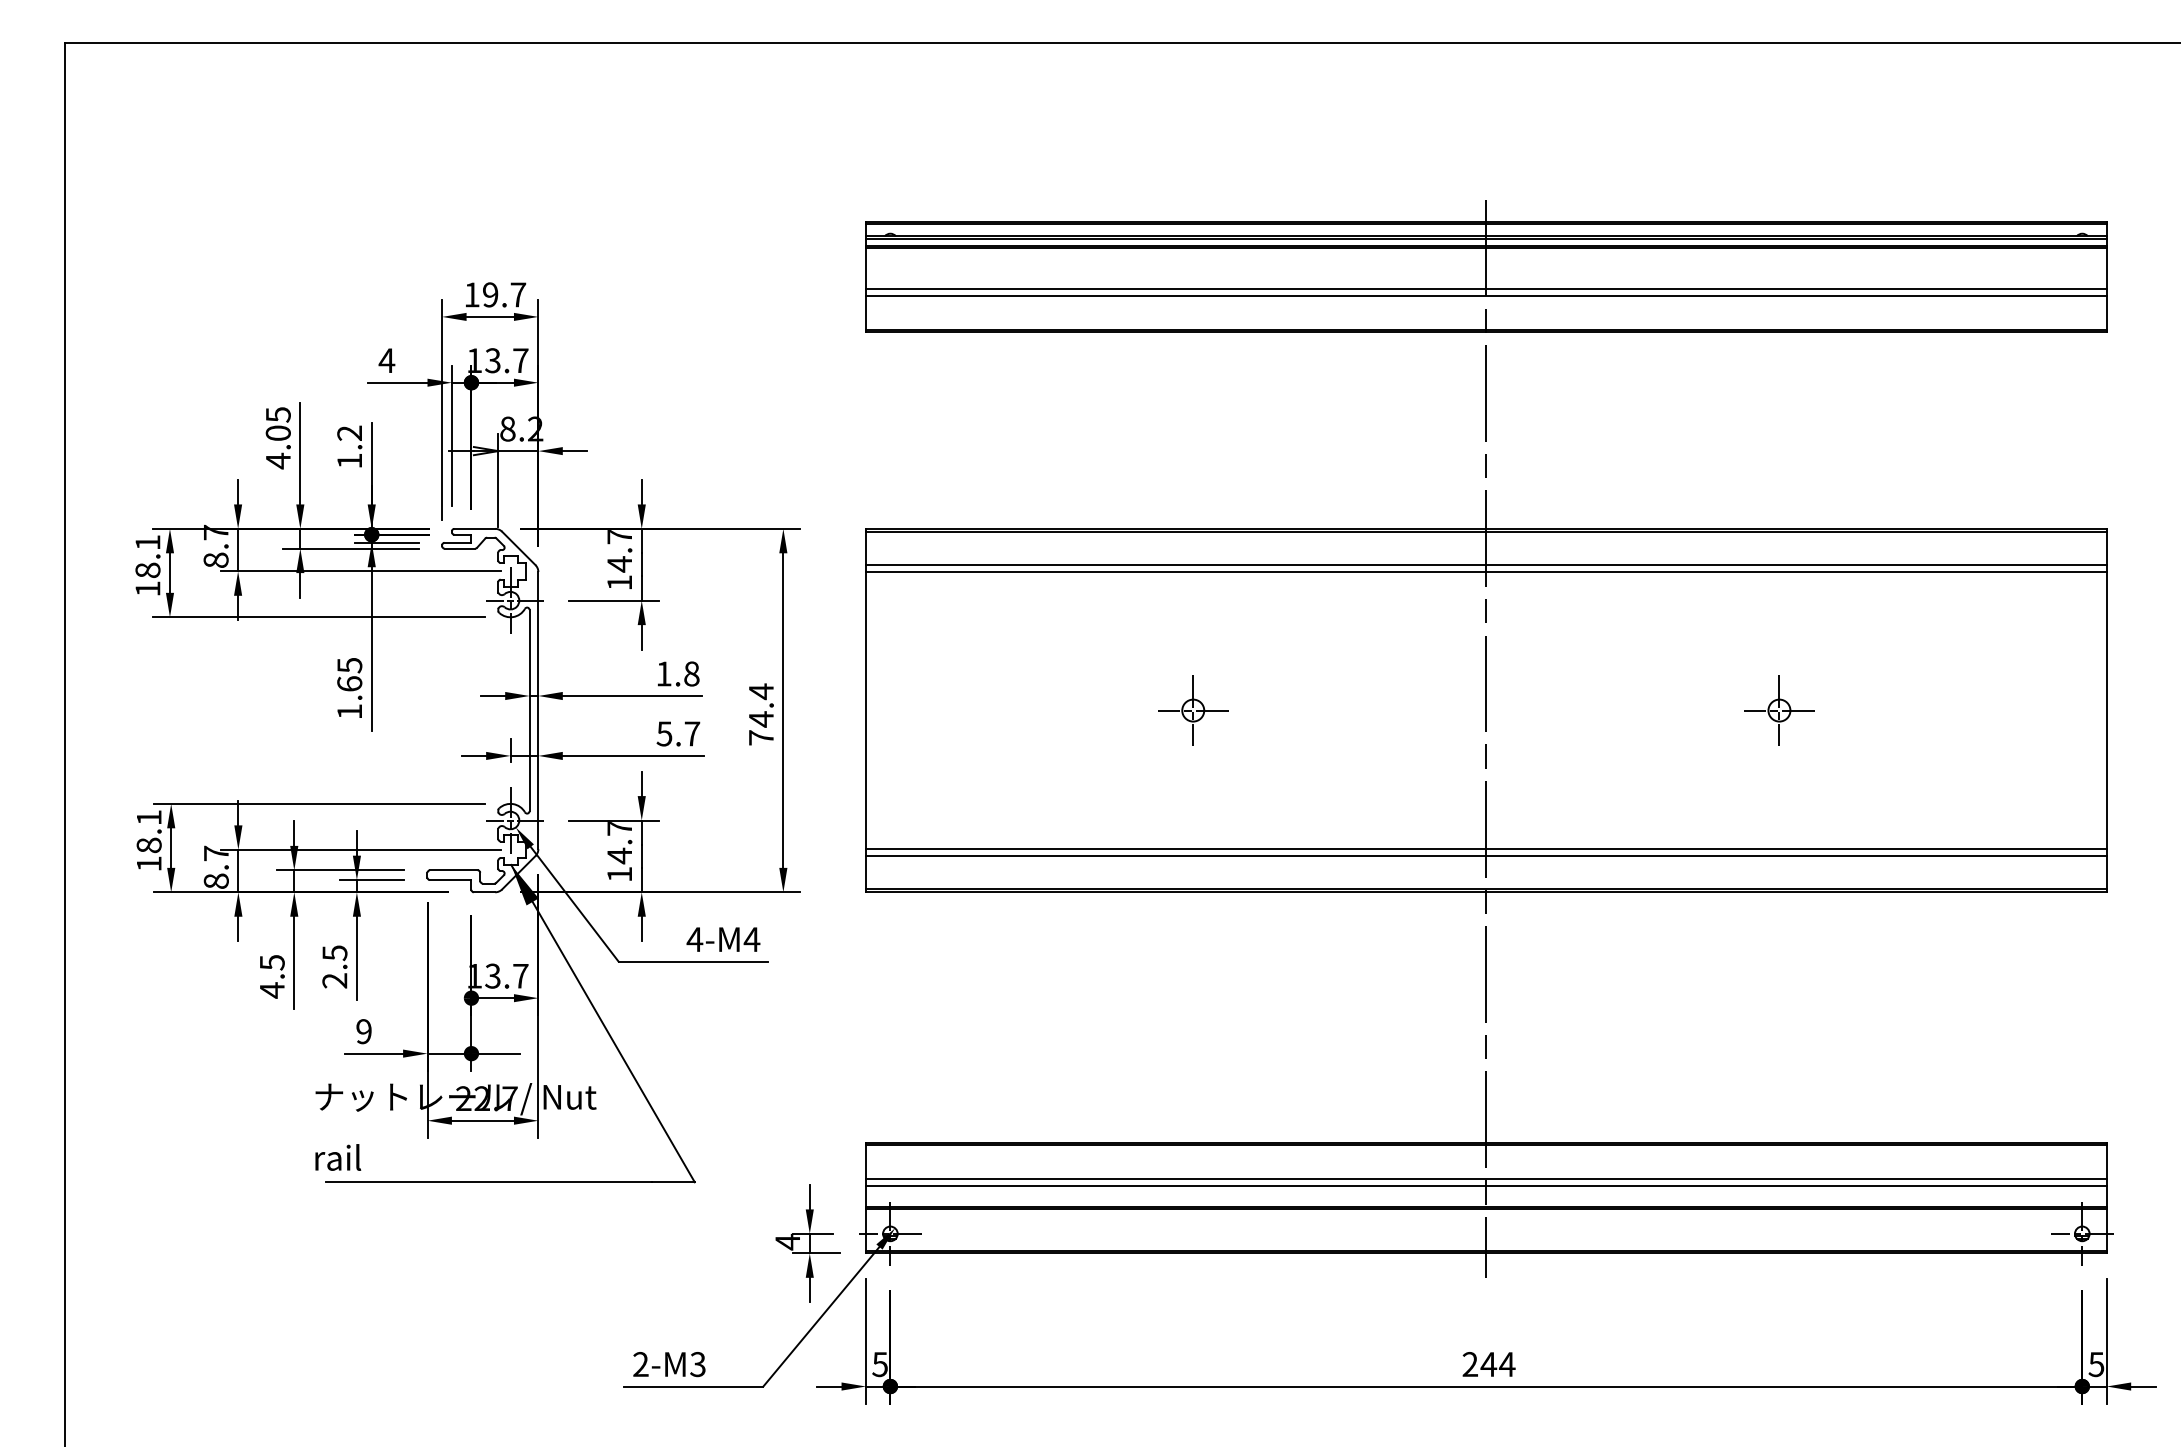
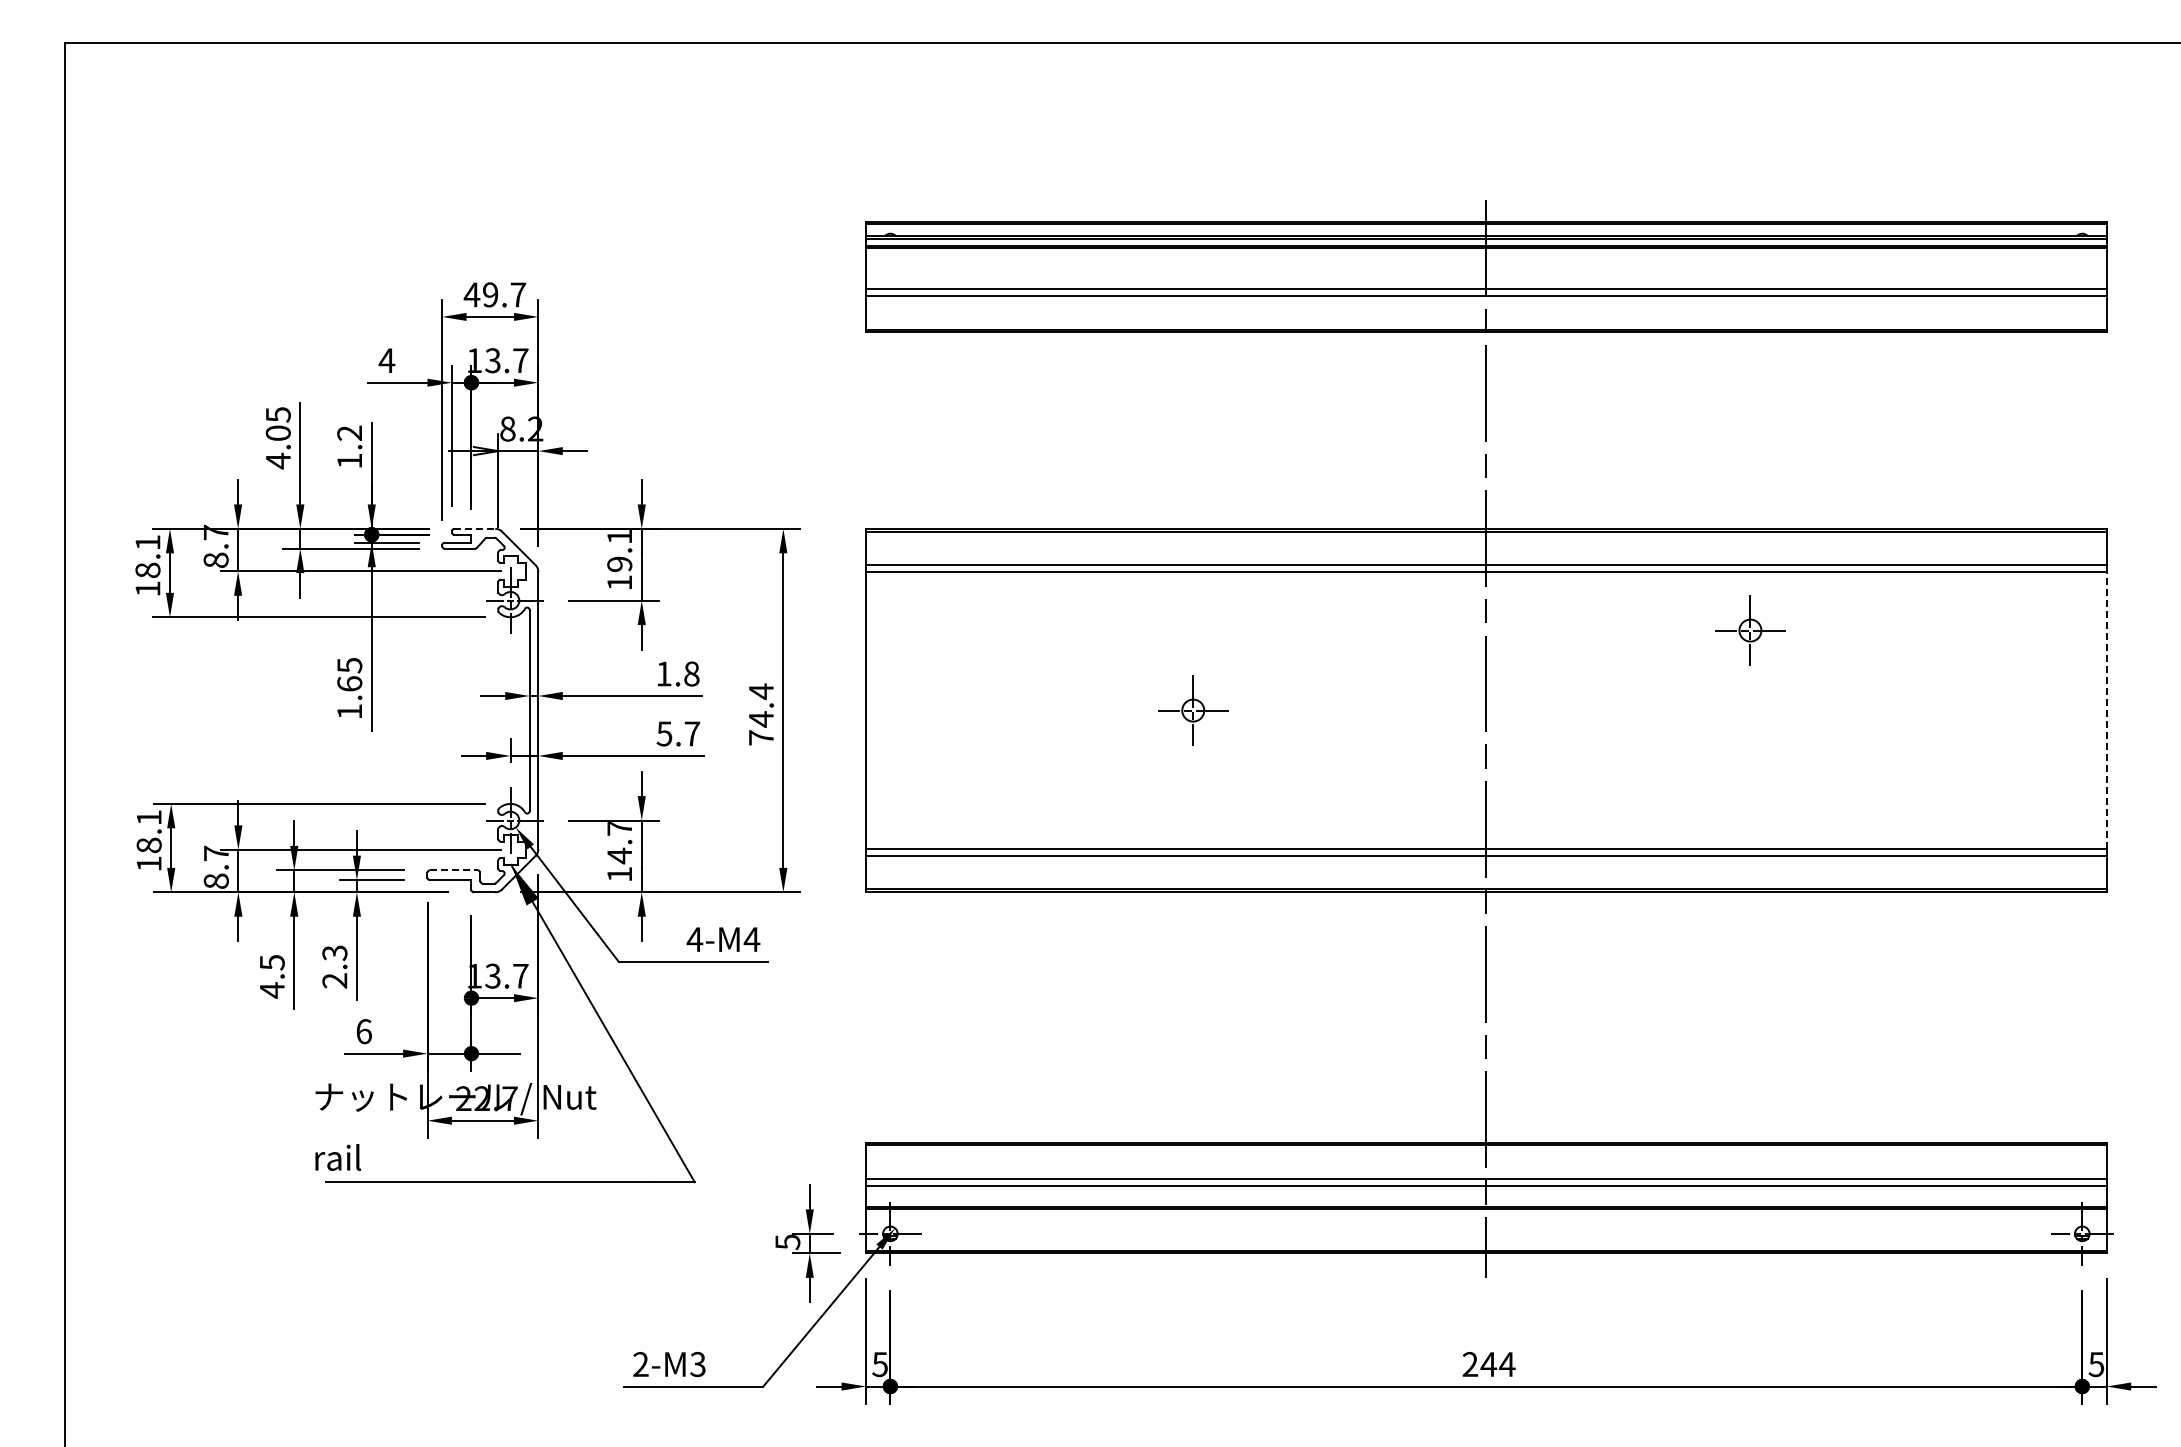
text at (471, 294): 19.7 -> 49.7
line at (475, 528): solid -> dashed
text at (619, 551): 14.7 -> 19.1
part at (1779, 710) position: (1779, 710) -> (1750, 630)
line at (2106, 710): solid -> dashed
line at (453, 870): solid -> dashed
text at (334, 952): 2.5 -> 2.3
text at (363, 1031): 9 -> 6
text at (787, 1241): 4 -> 5
